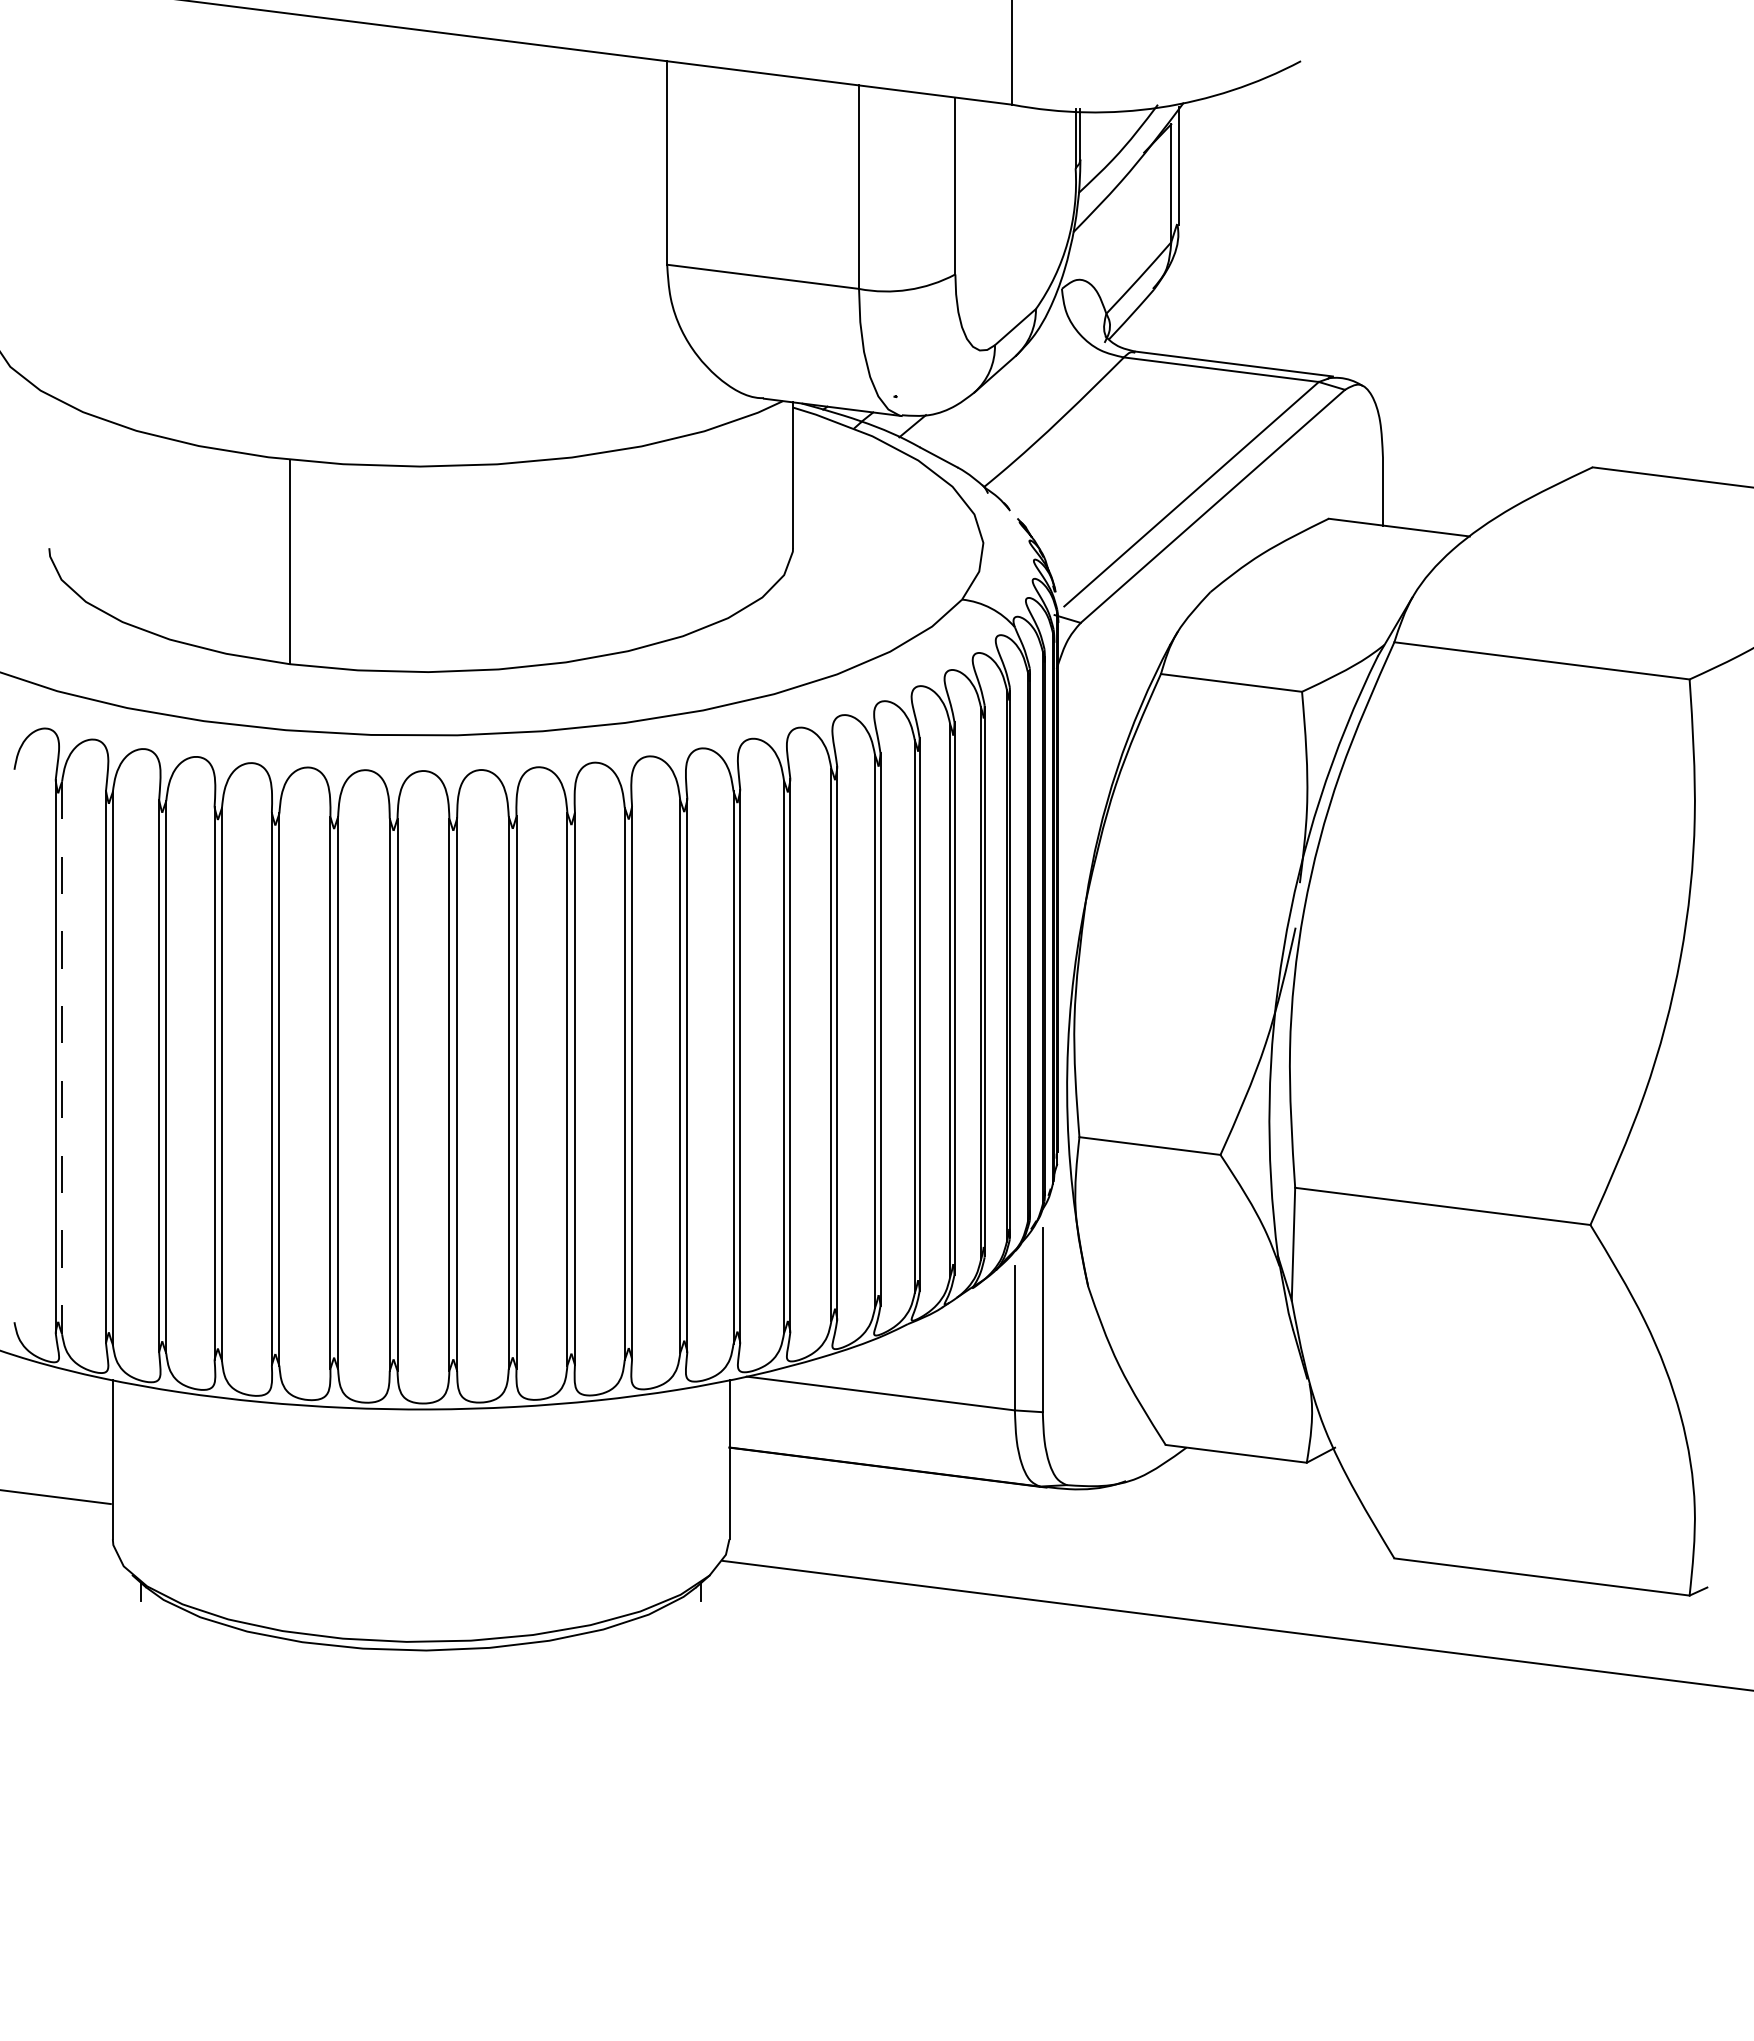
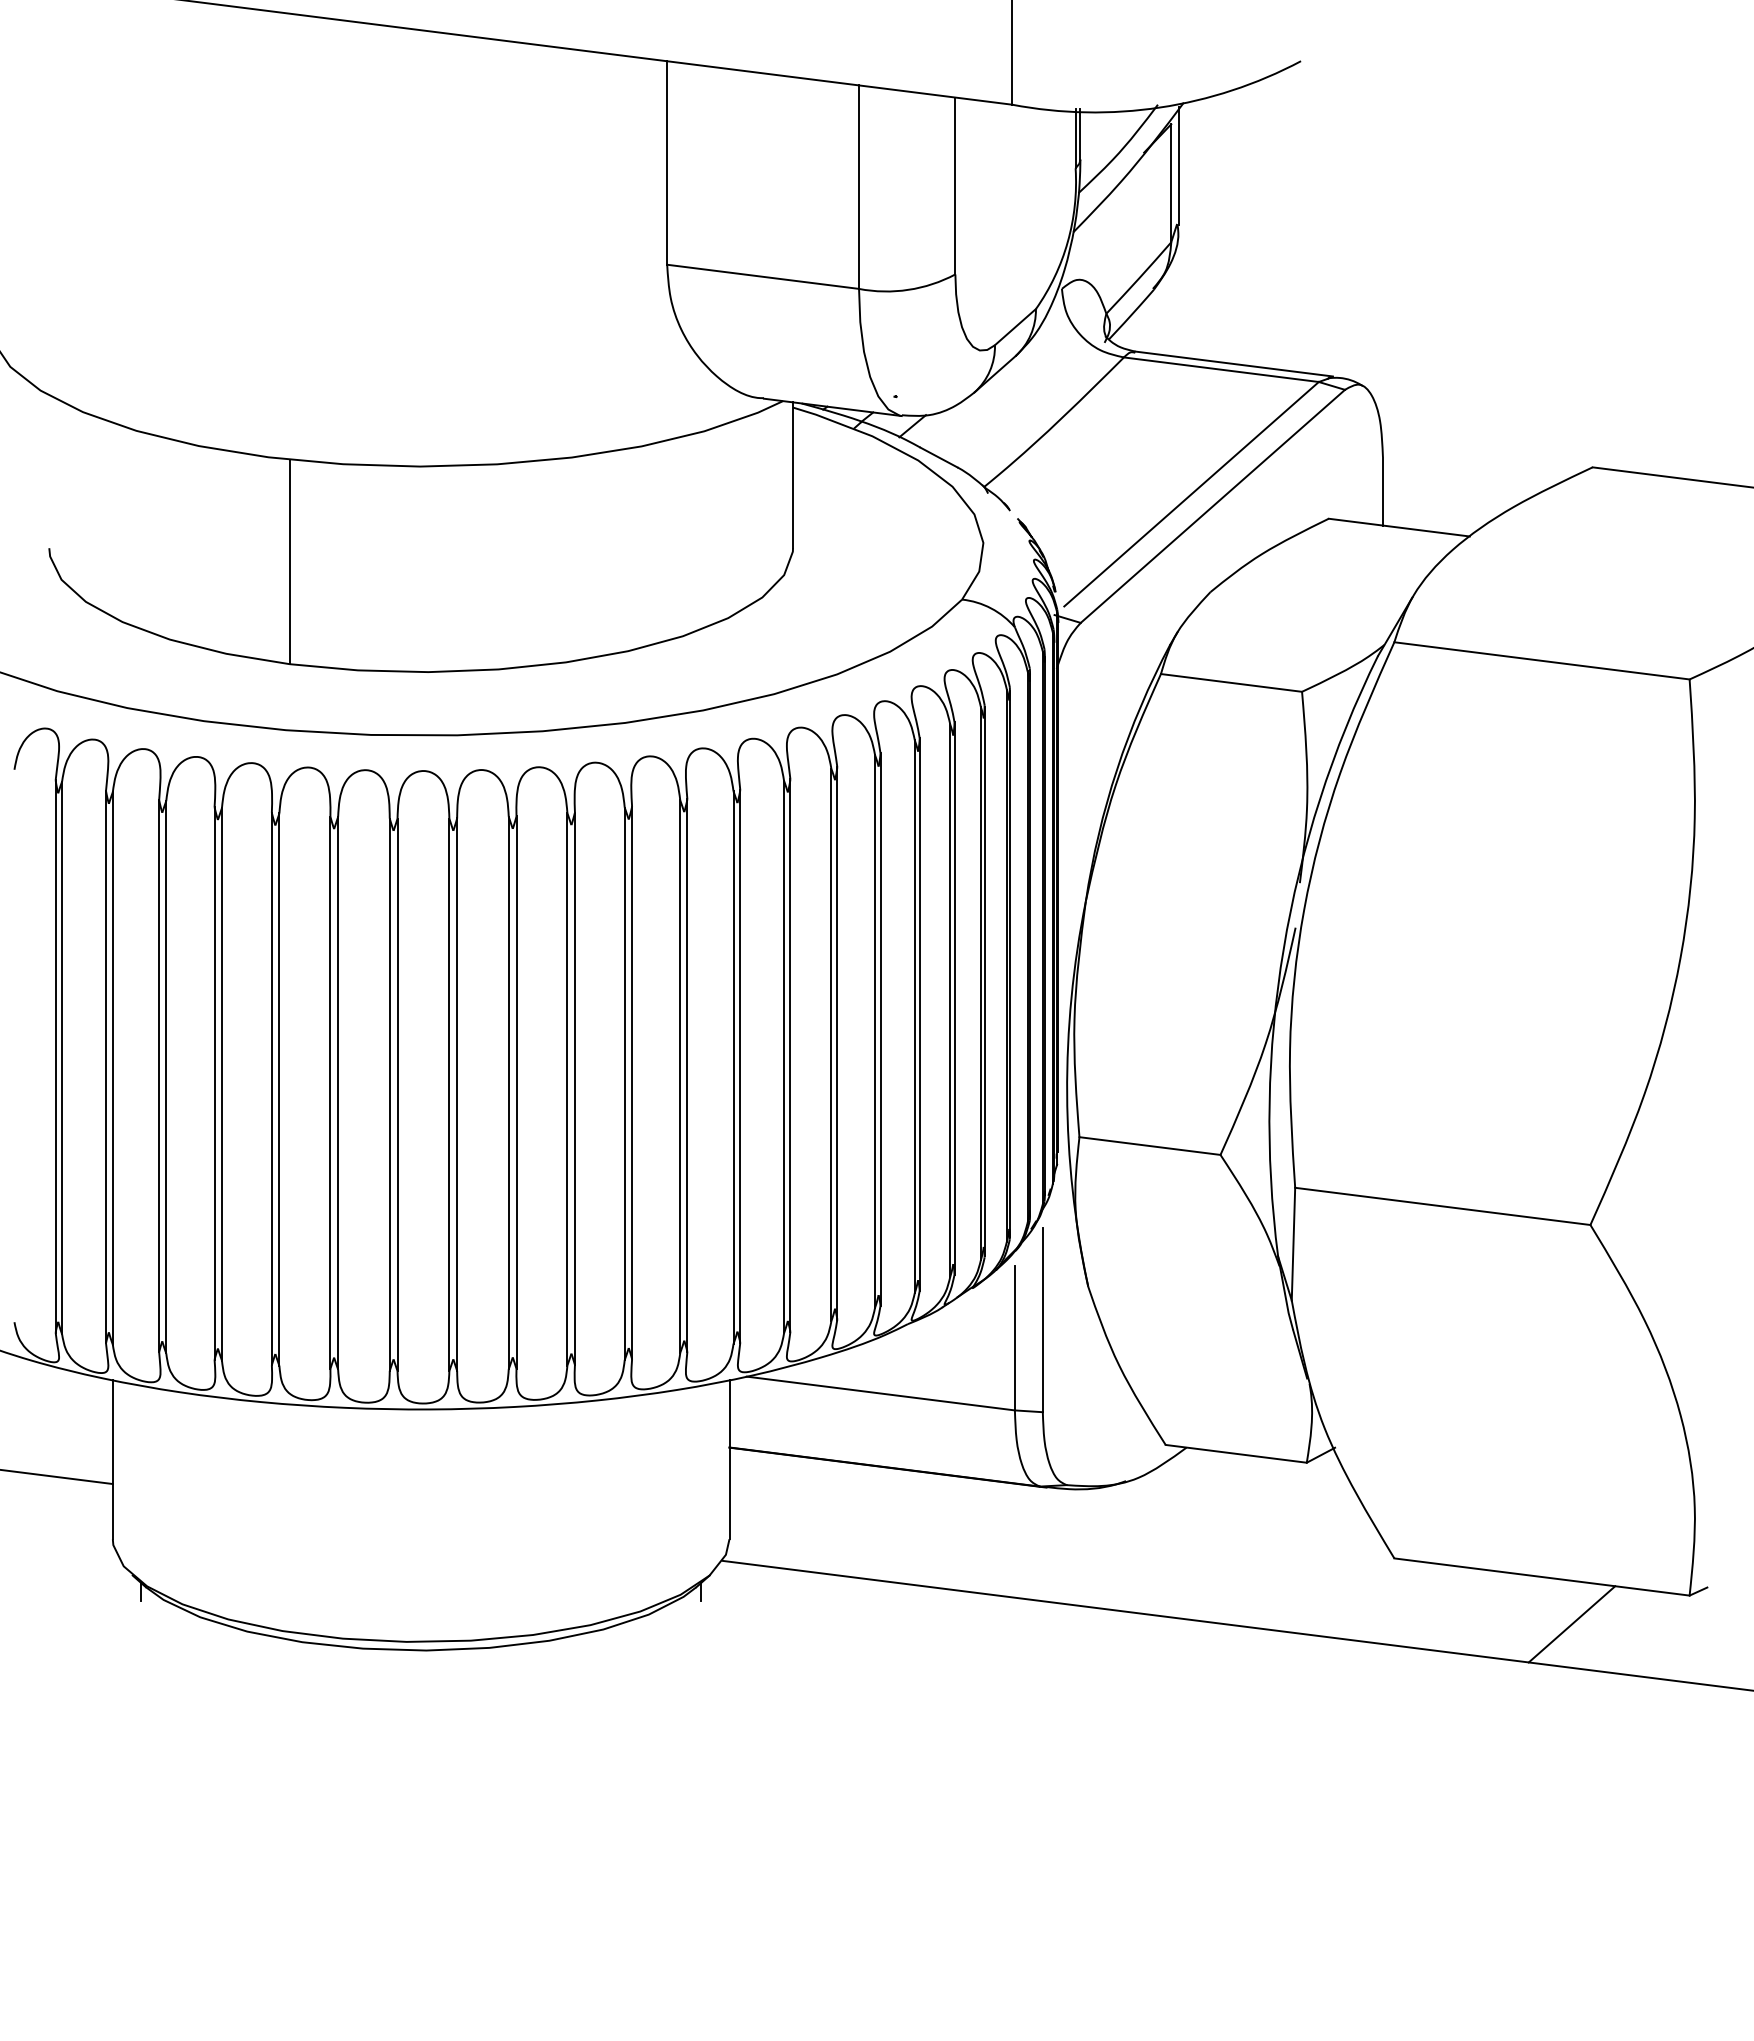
line at (62, 1058): dashed -> solid
line at (56, 1497) position: (56, 1497) -> (57, 1477)
line at (1571, 1624): none -> present
